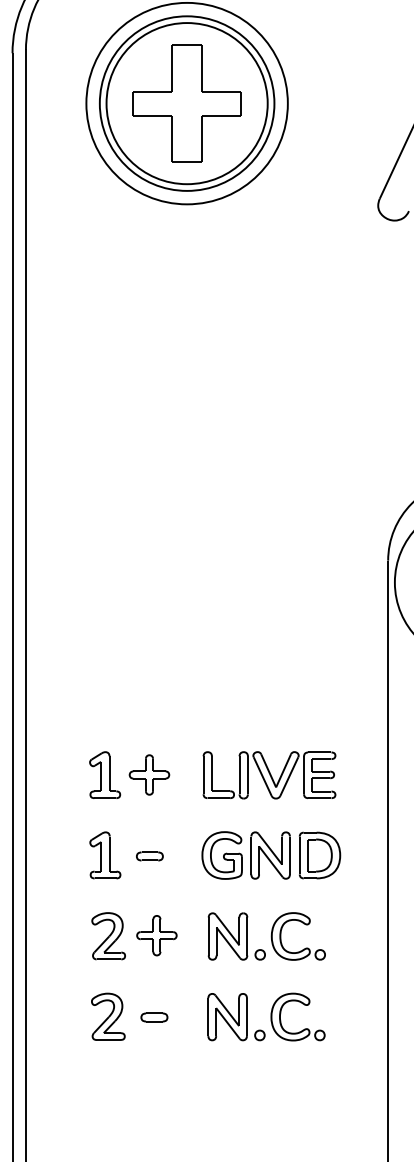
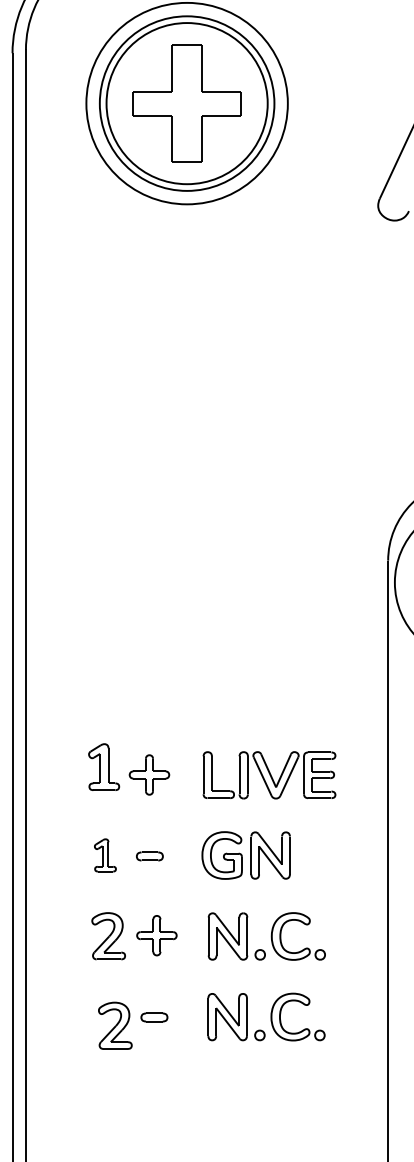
part at (105, 774) position: (105, 774) -> (104, 766)
part at (105, 855) size: 33x49 px -> 23x35 px
part at (320, 855): present -> none
part at (108, 1016) position: (108, 1016) -> (115, 1025)
